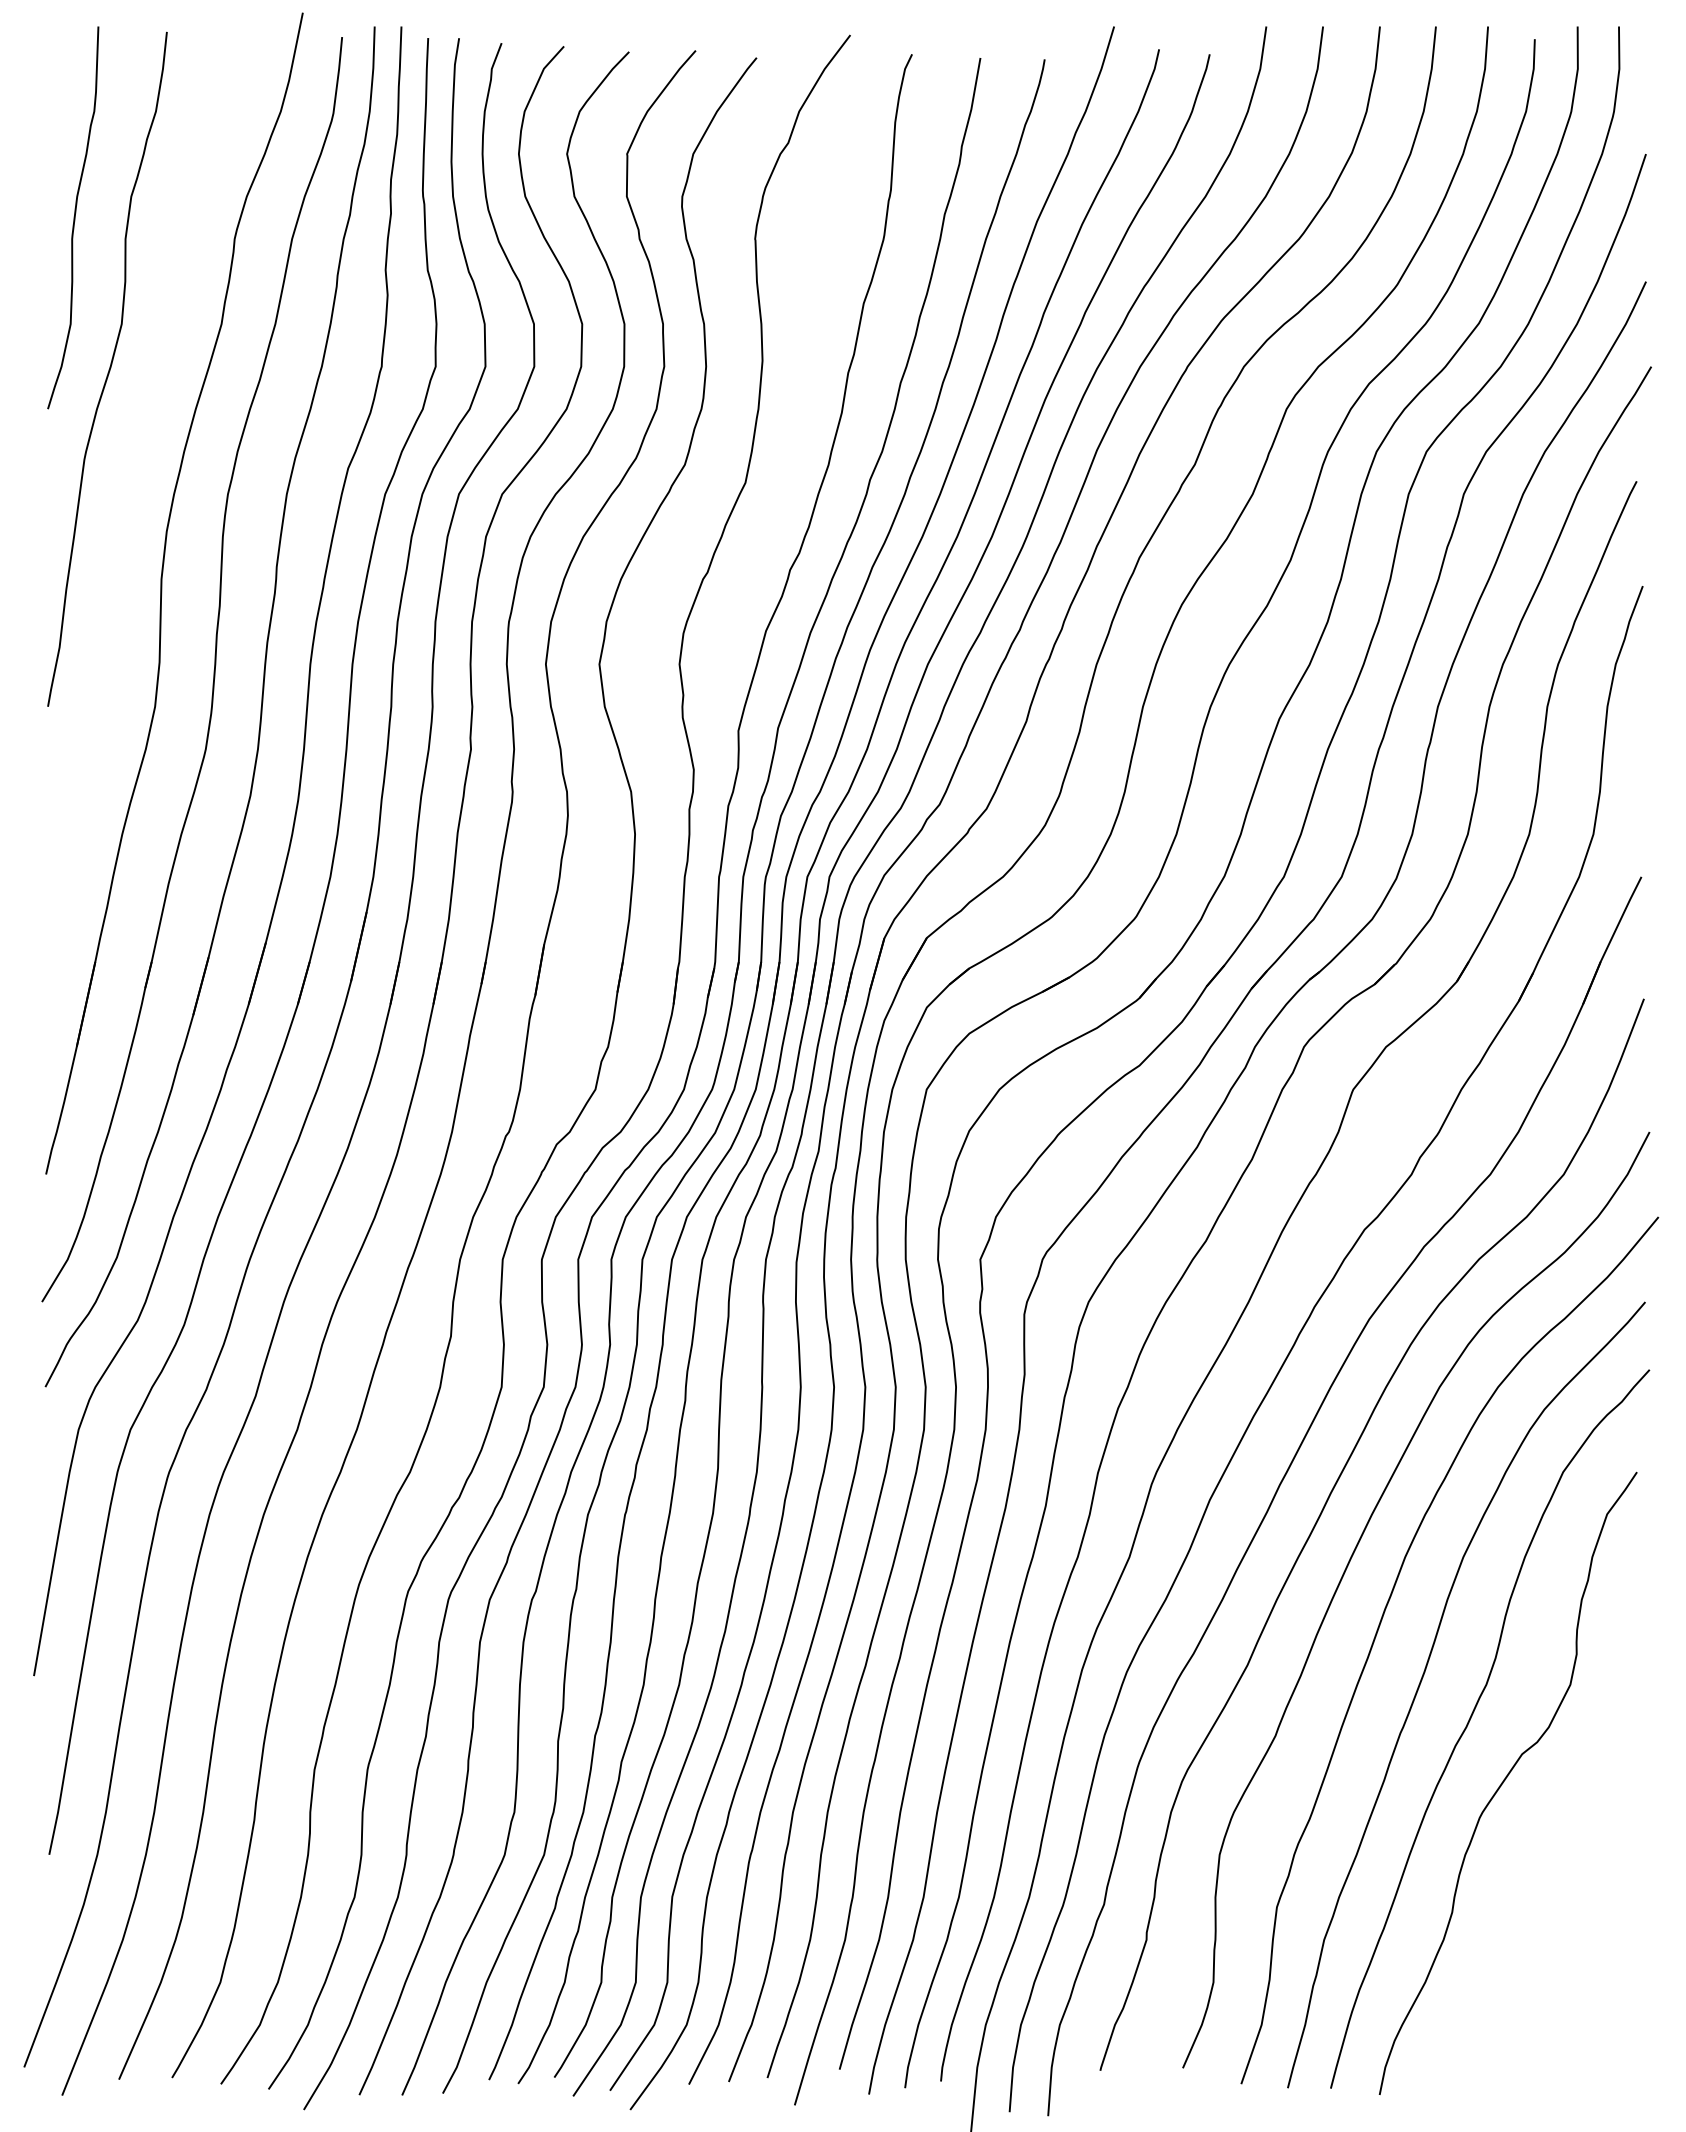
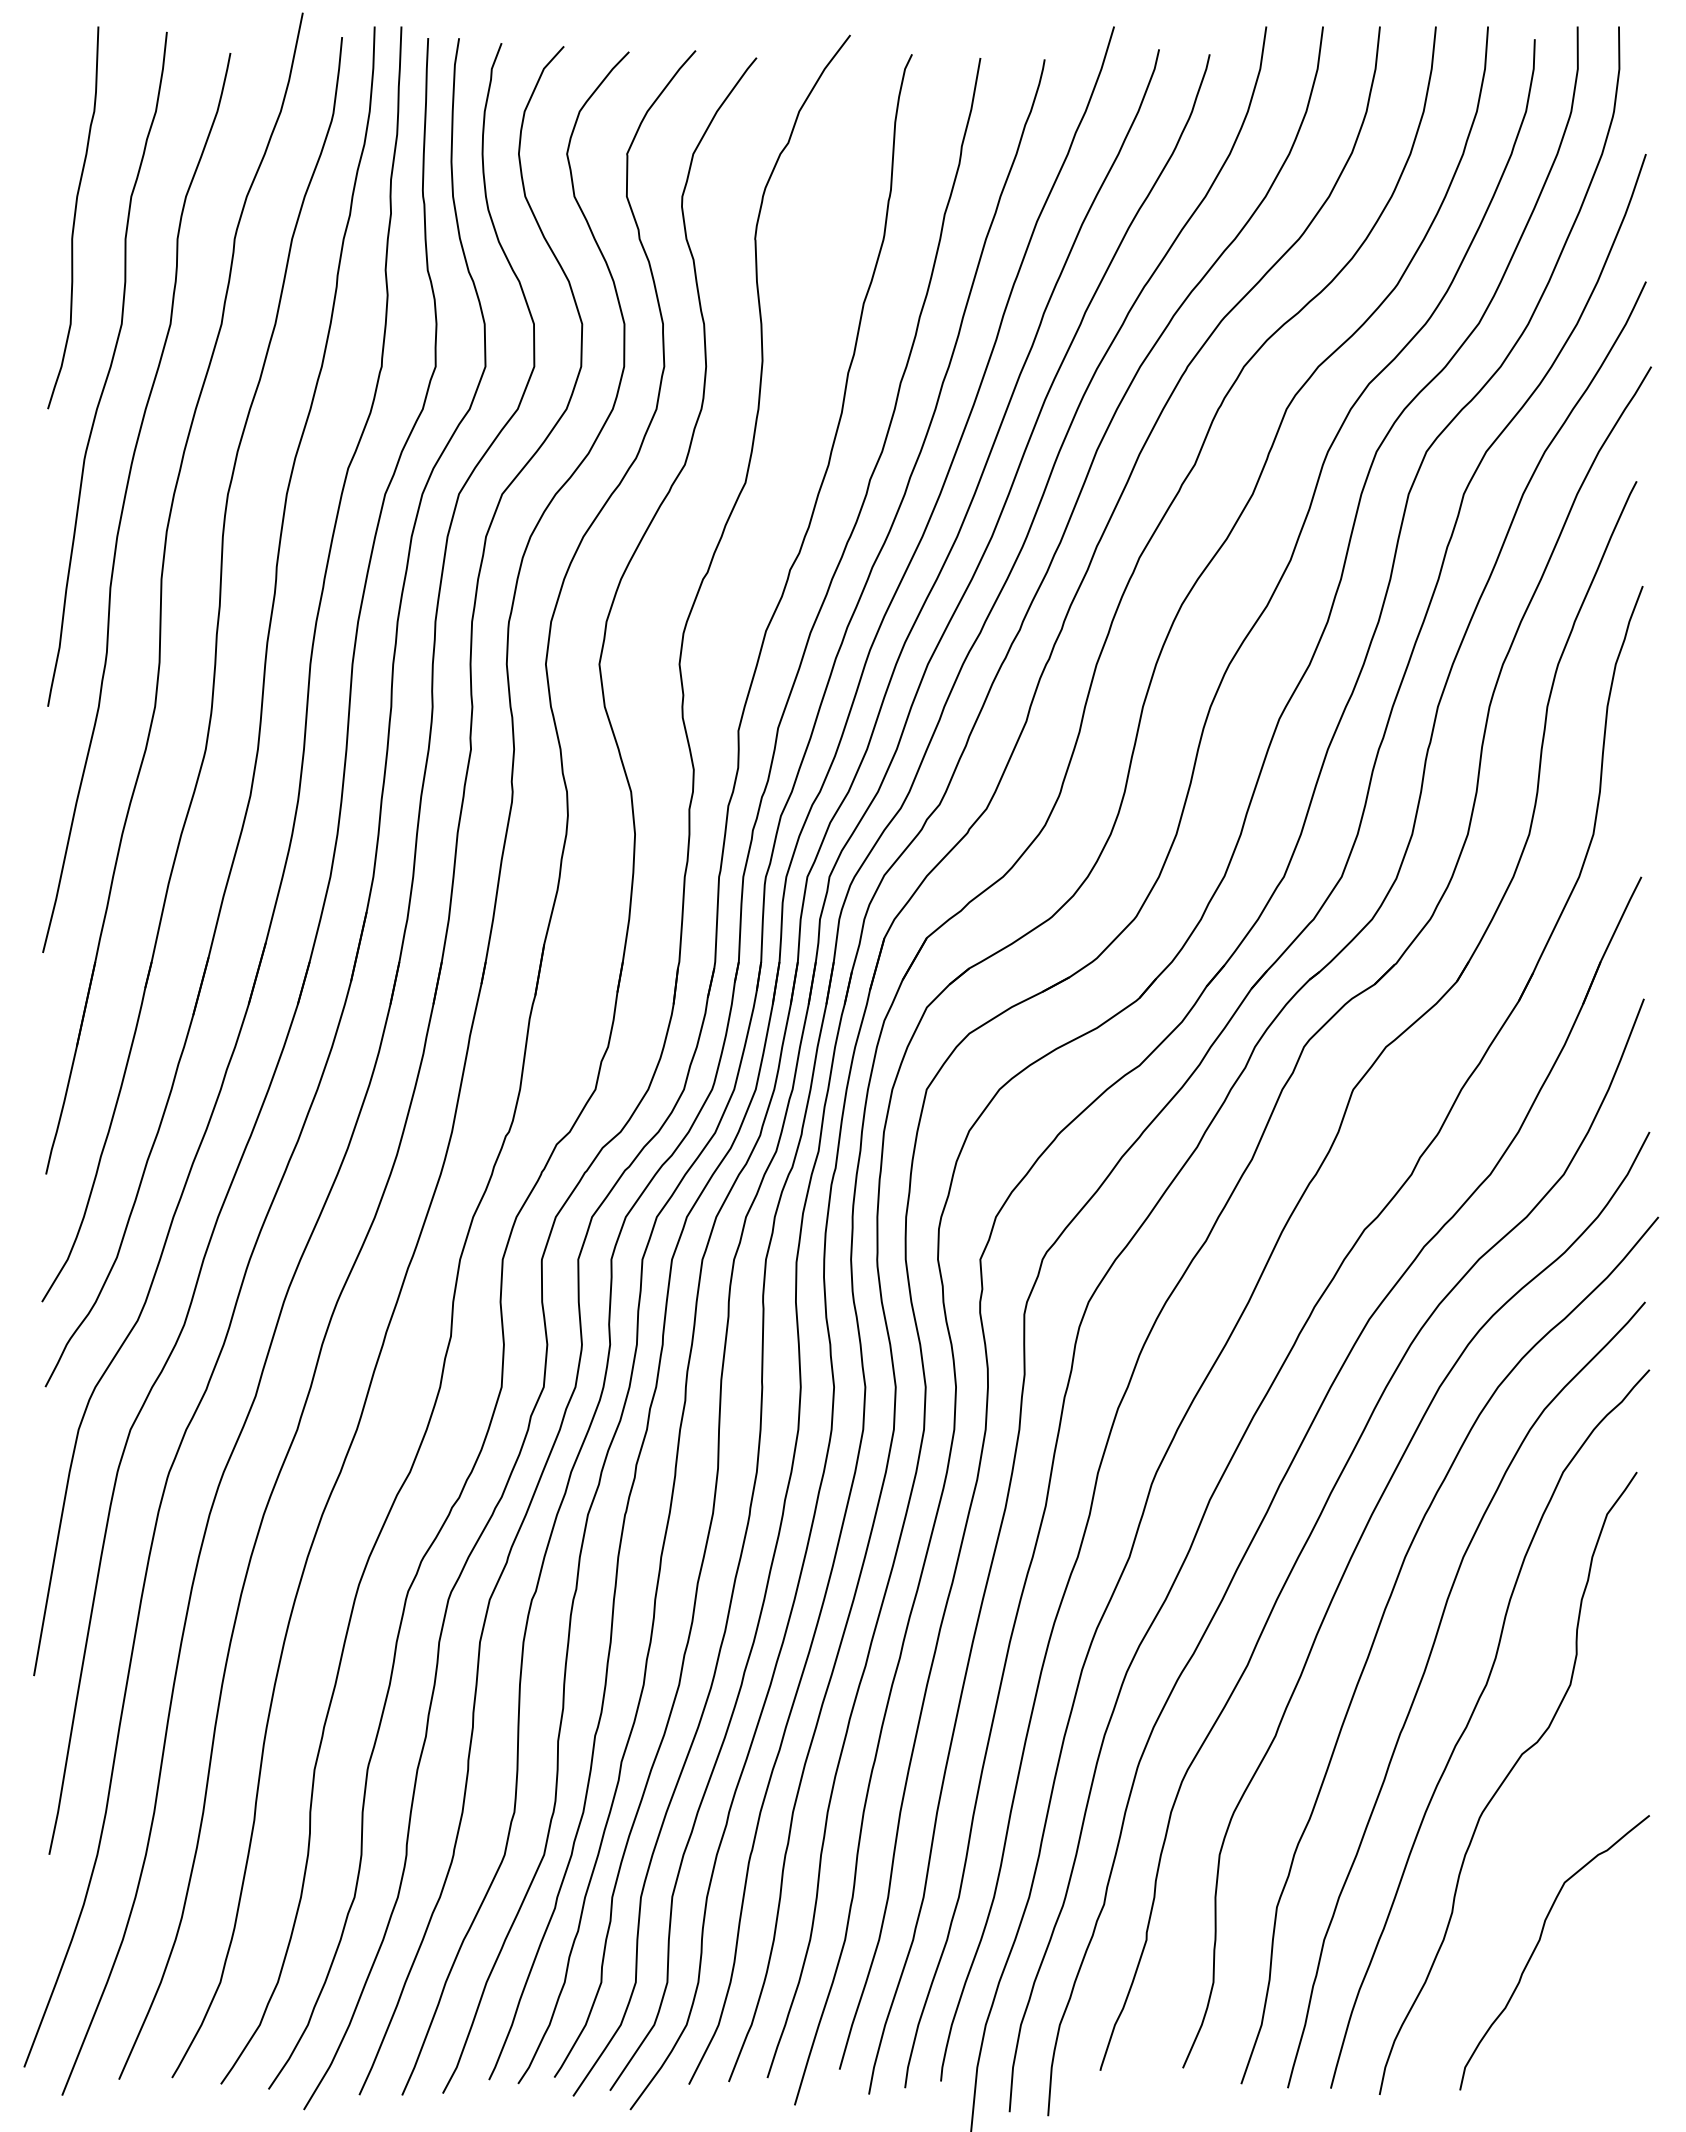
curve at (125, 500): none -> present
curve at (1538, 1944): none -> present
